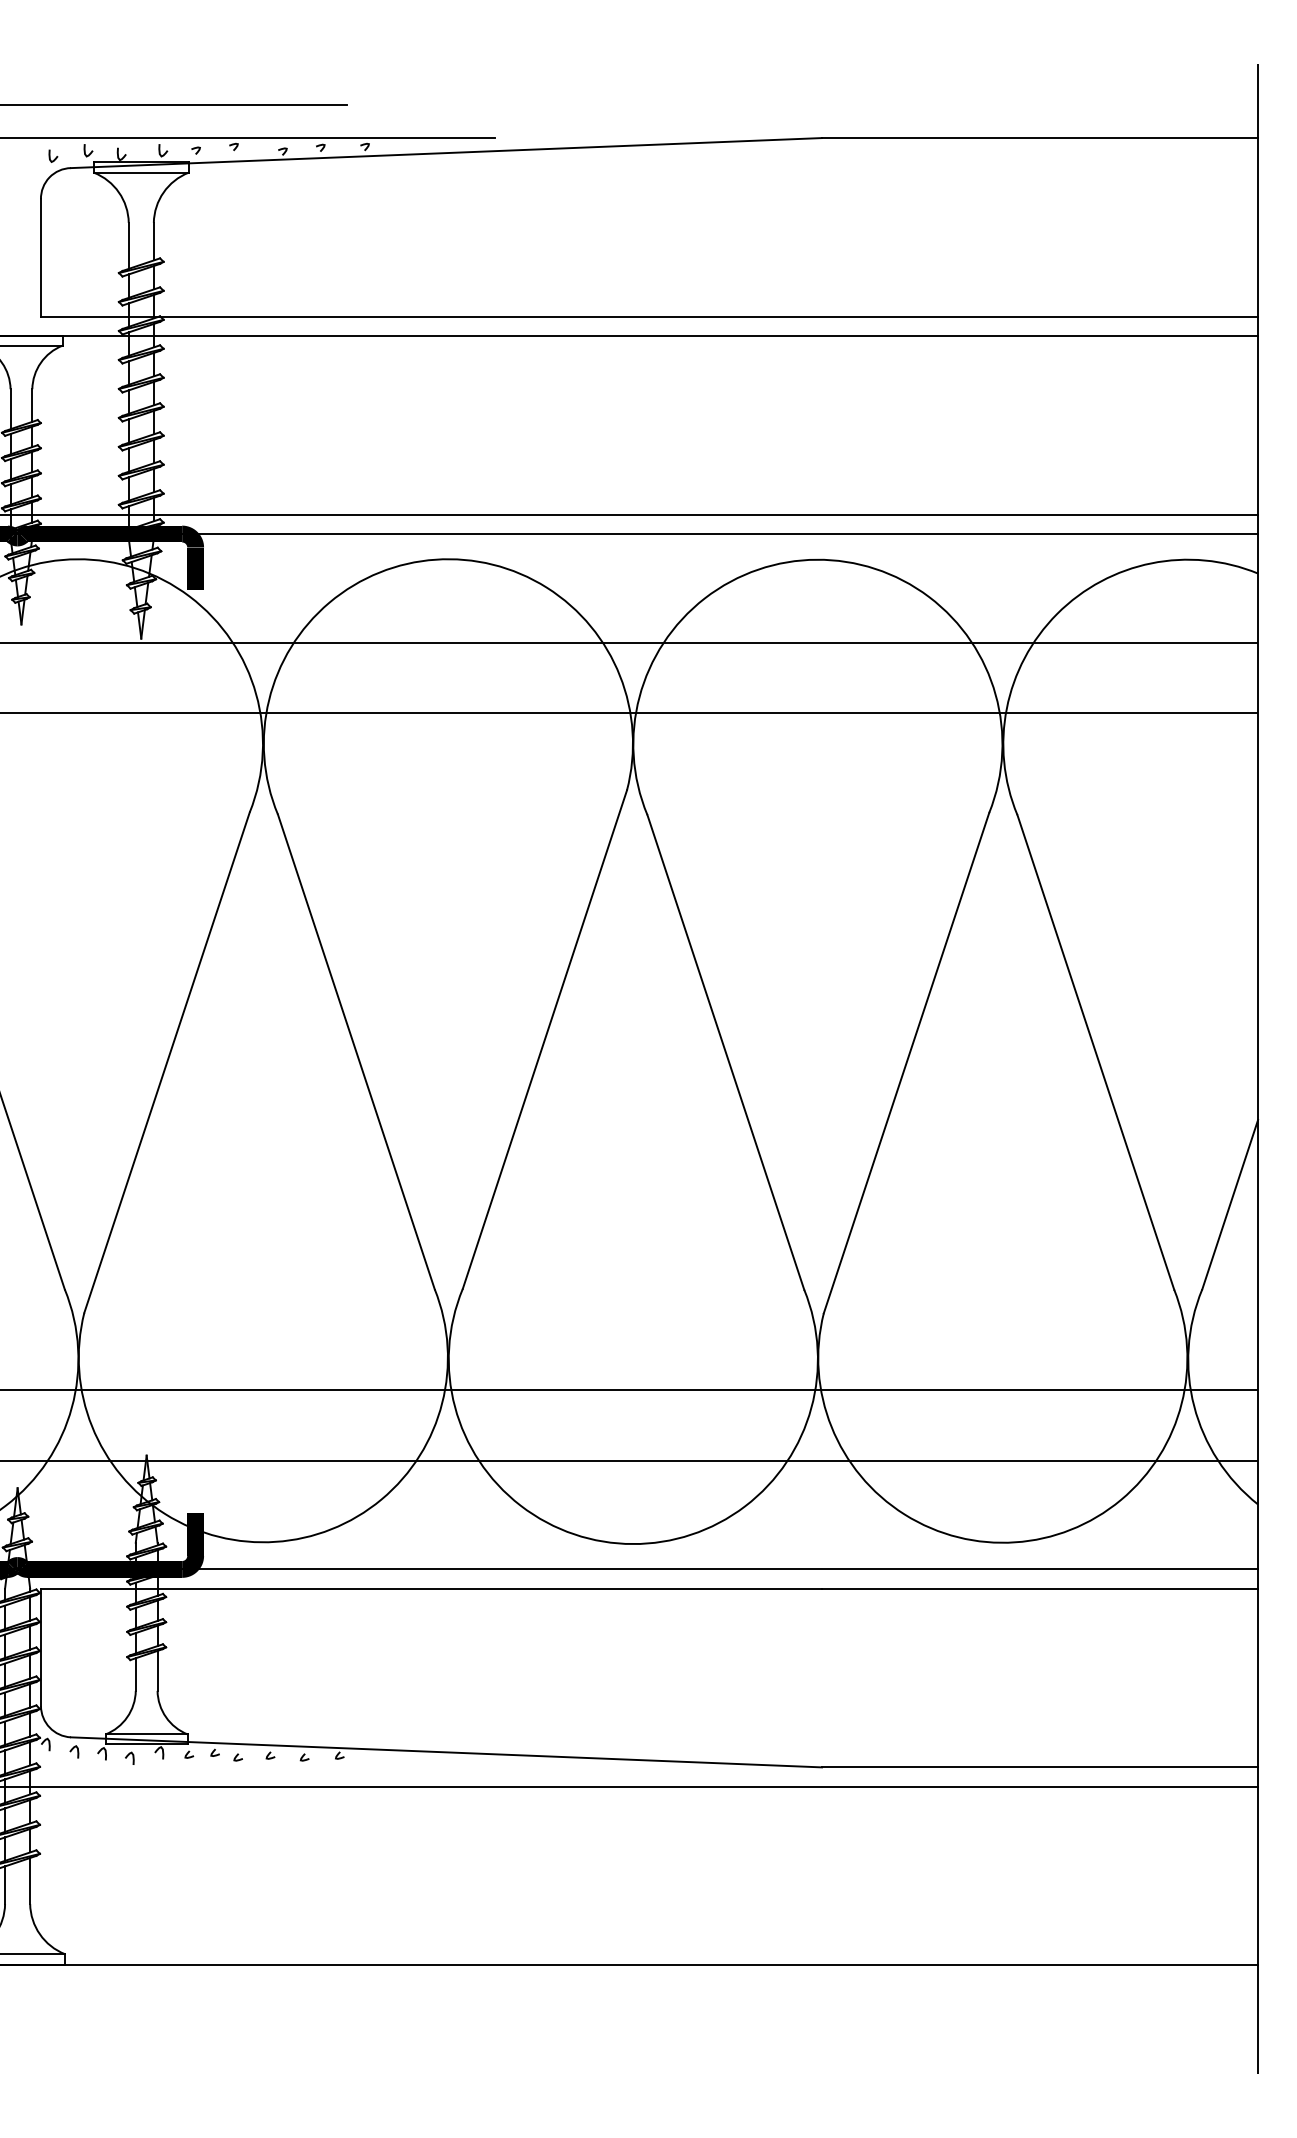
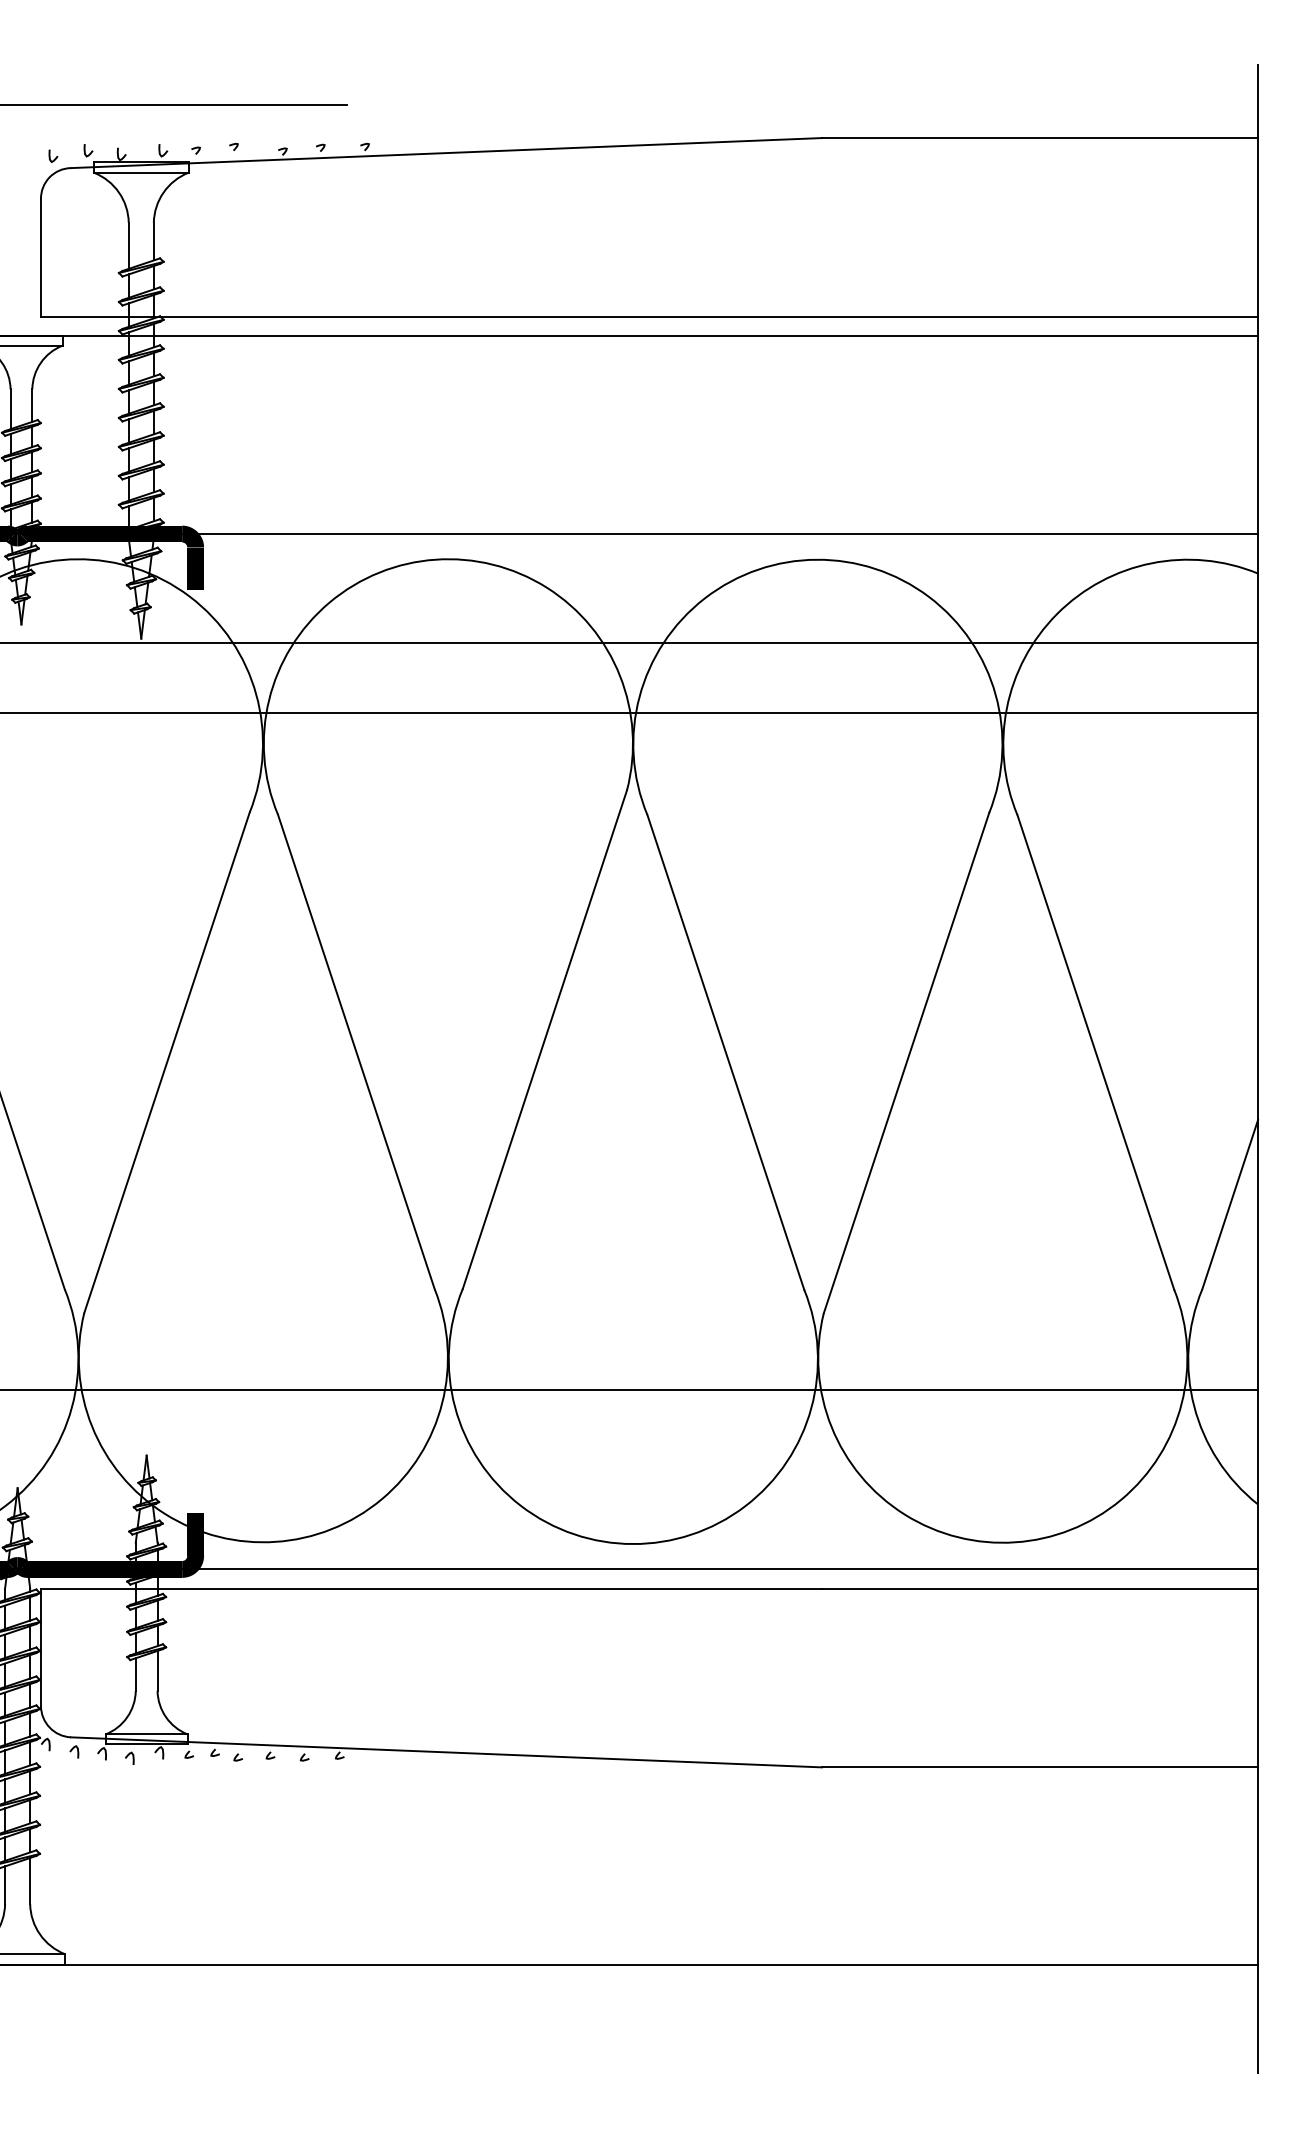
line at (248, 137): present -> none
line at (630, 514): present -> none
line at (630, 1460): present -> none
line at (630, 1786): present -> none
